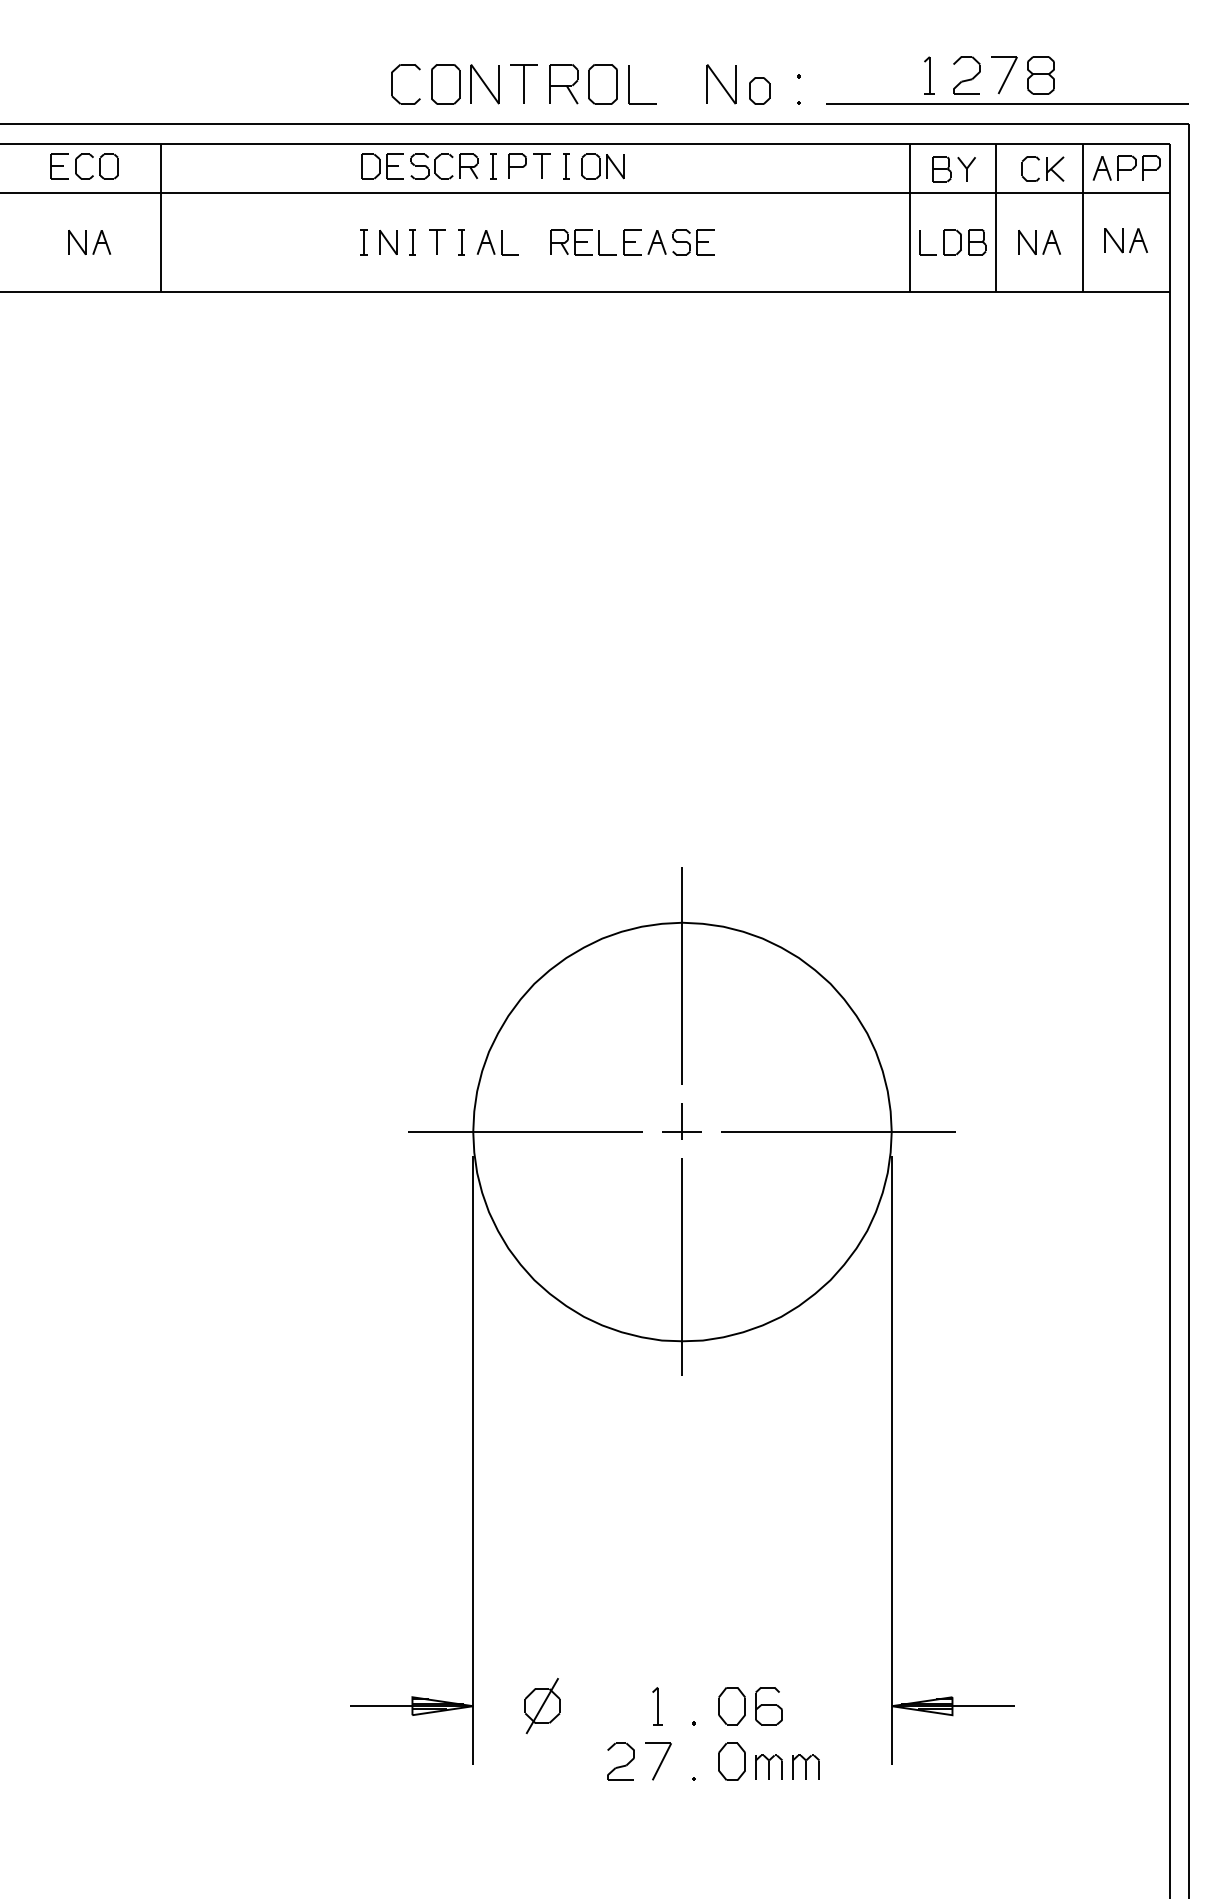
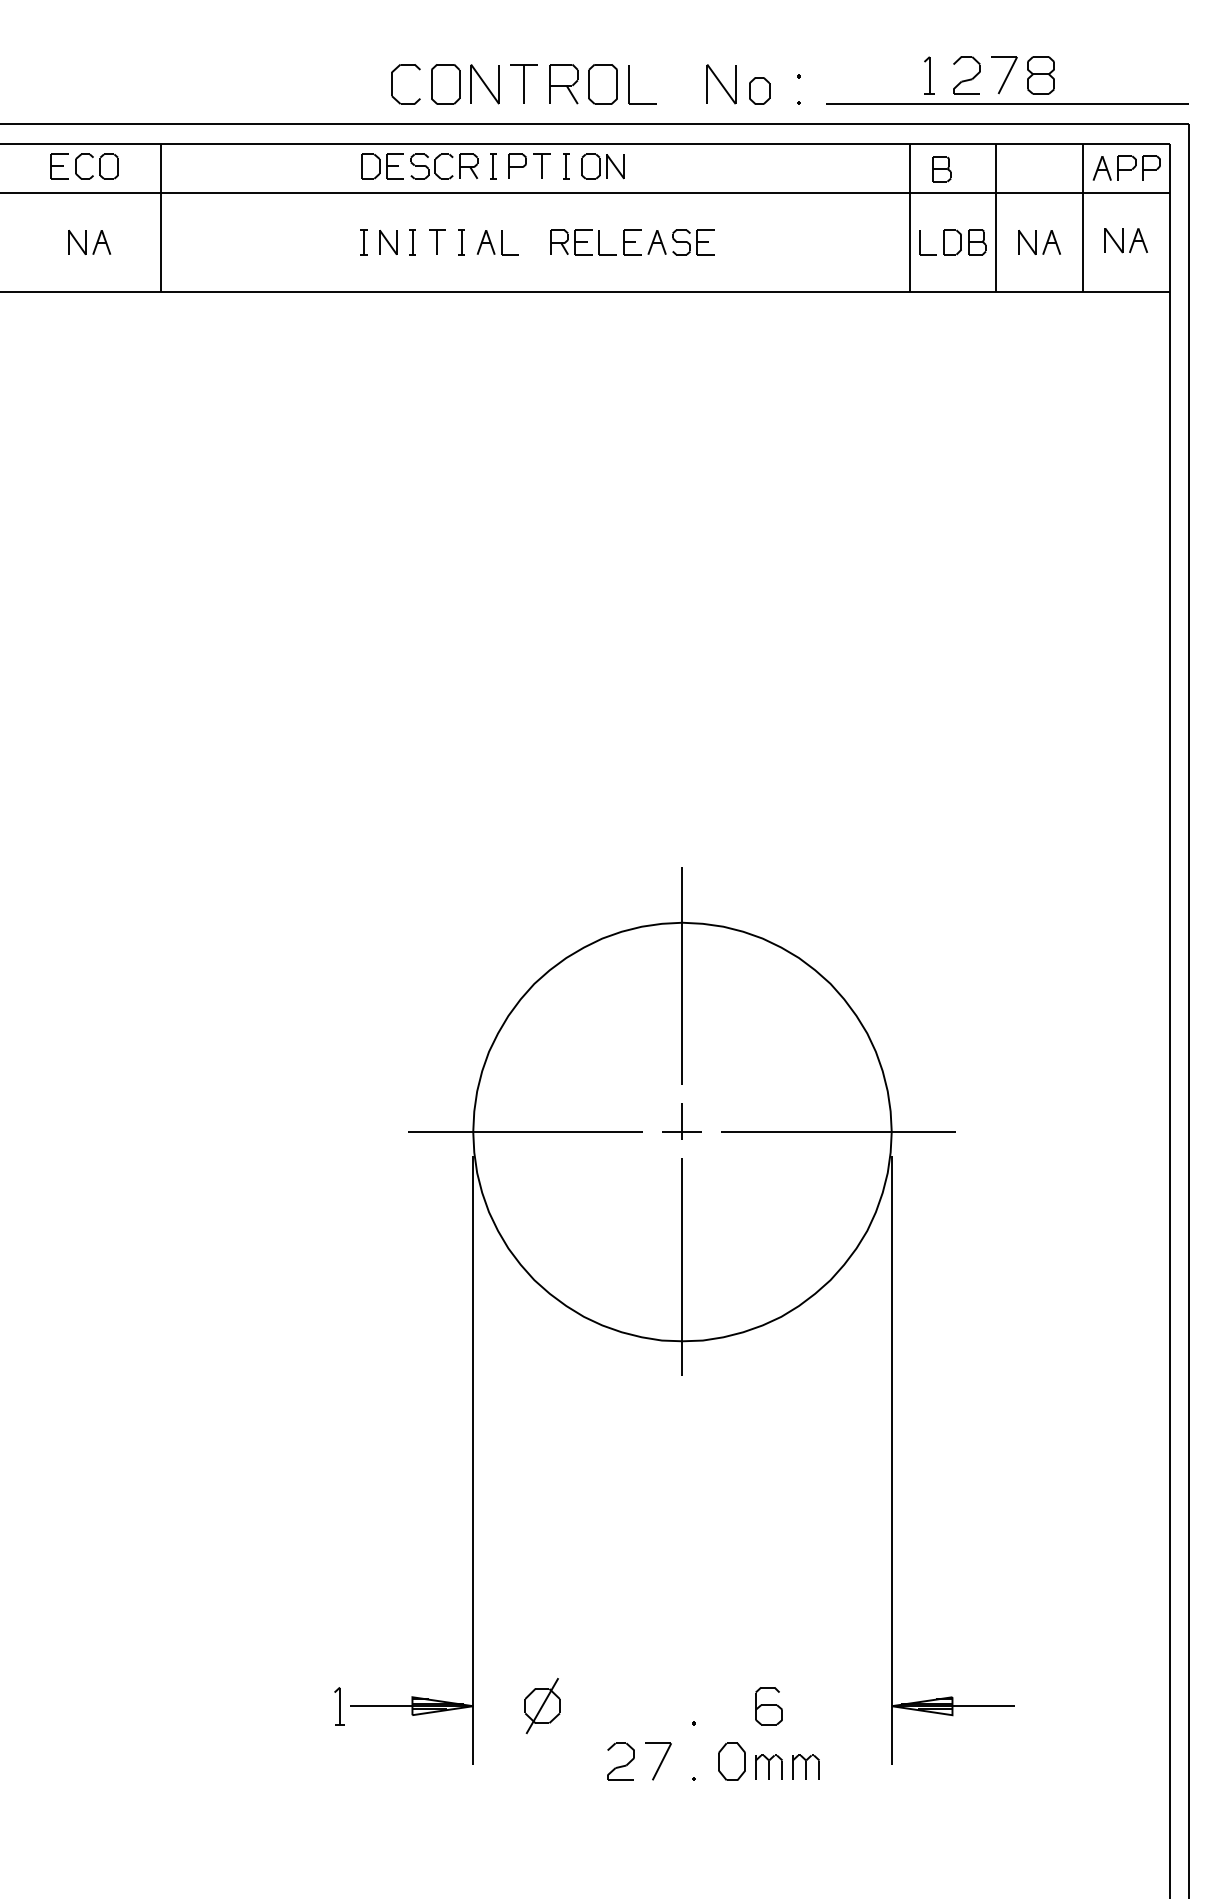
part at (1042, 168): present -> none
part at (966, 169): present -> none
part at (657, 1706) position: (657, 1706) -> (339, 1706)
part at (731, 1706): present -> none
